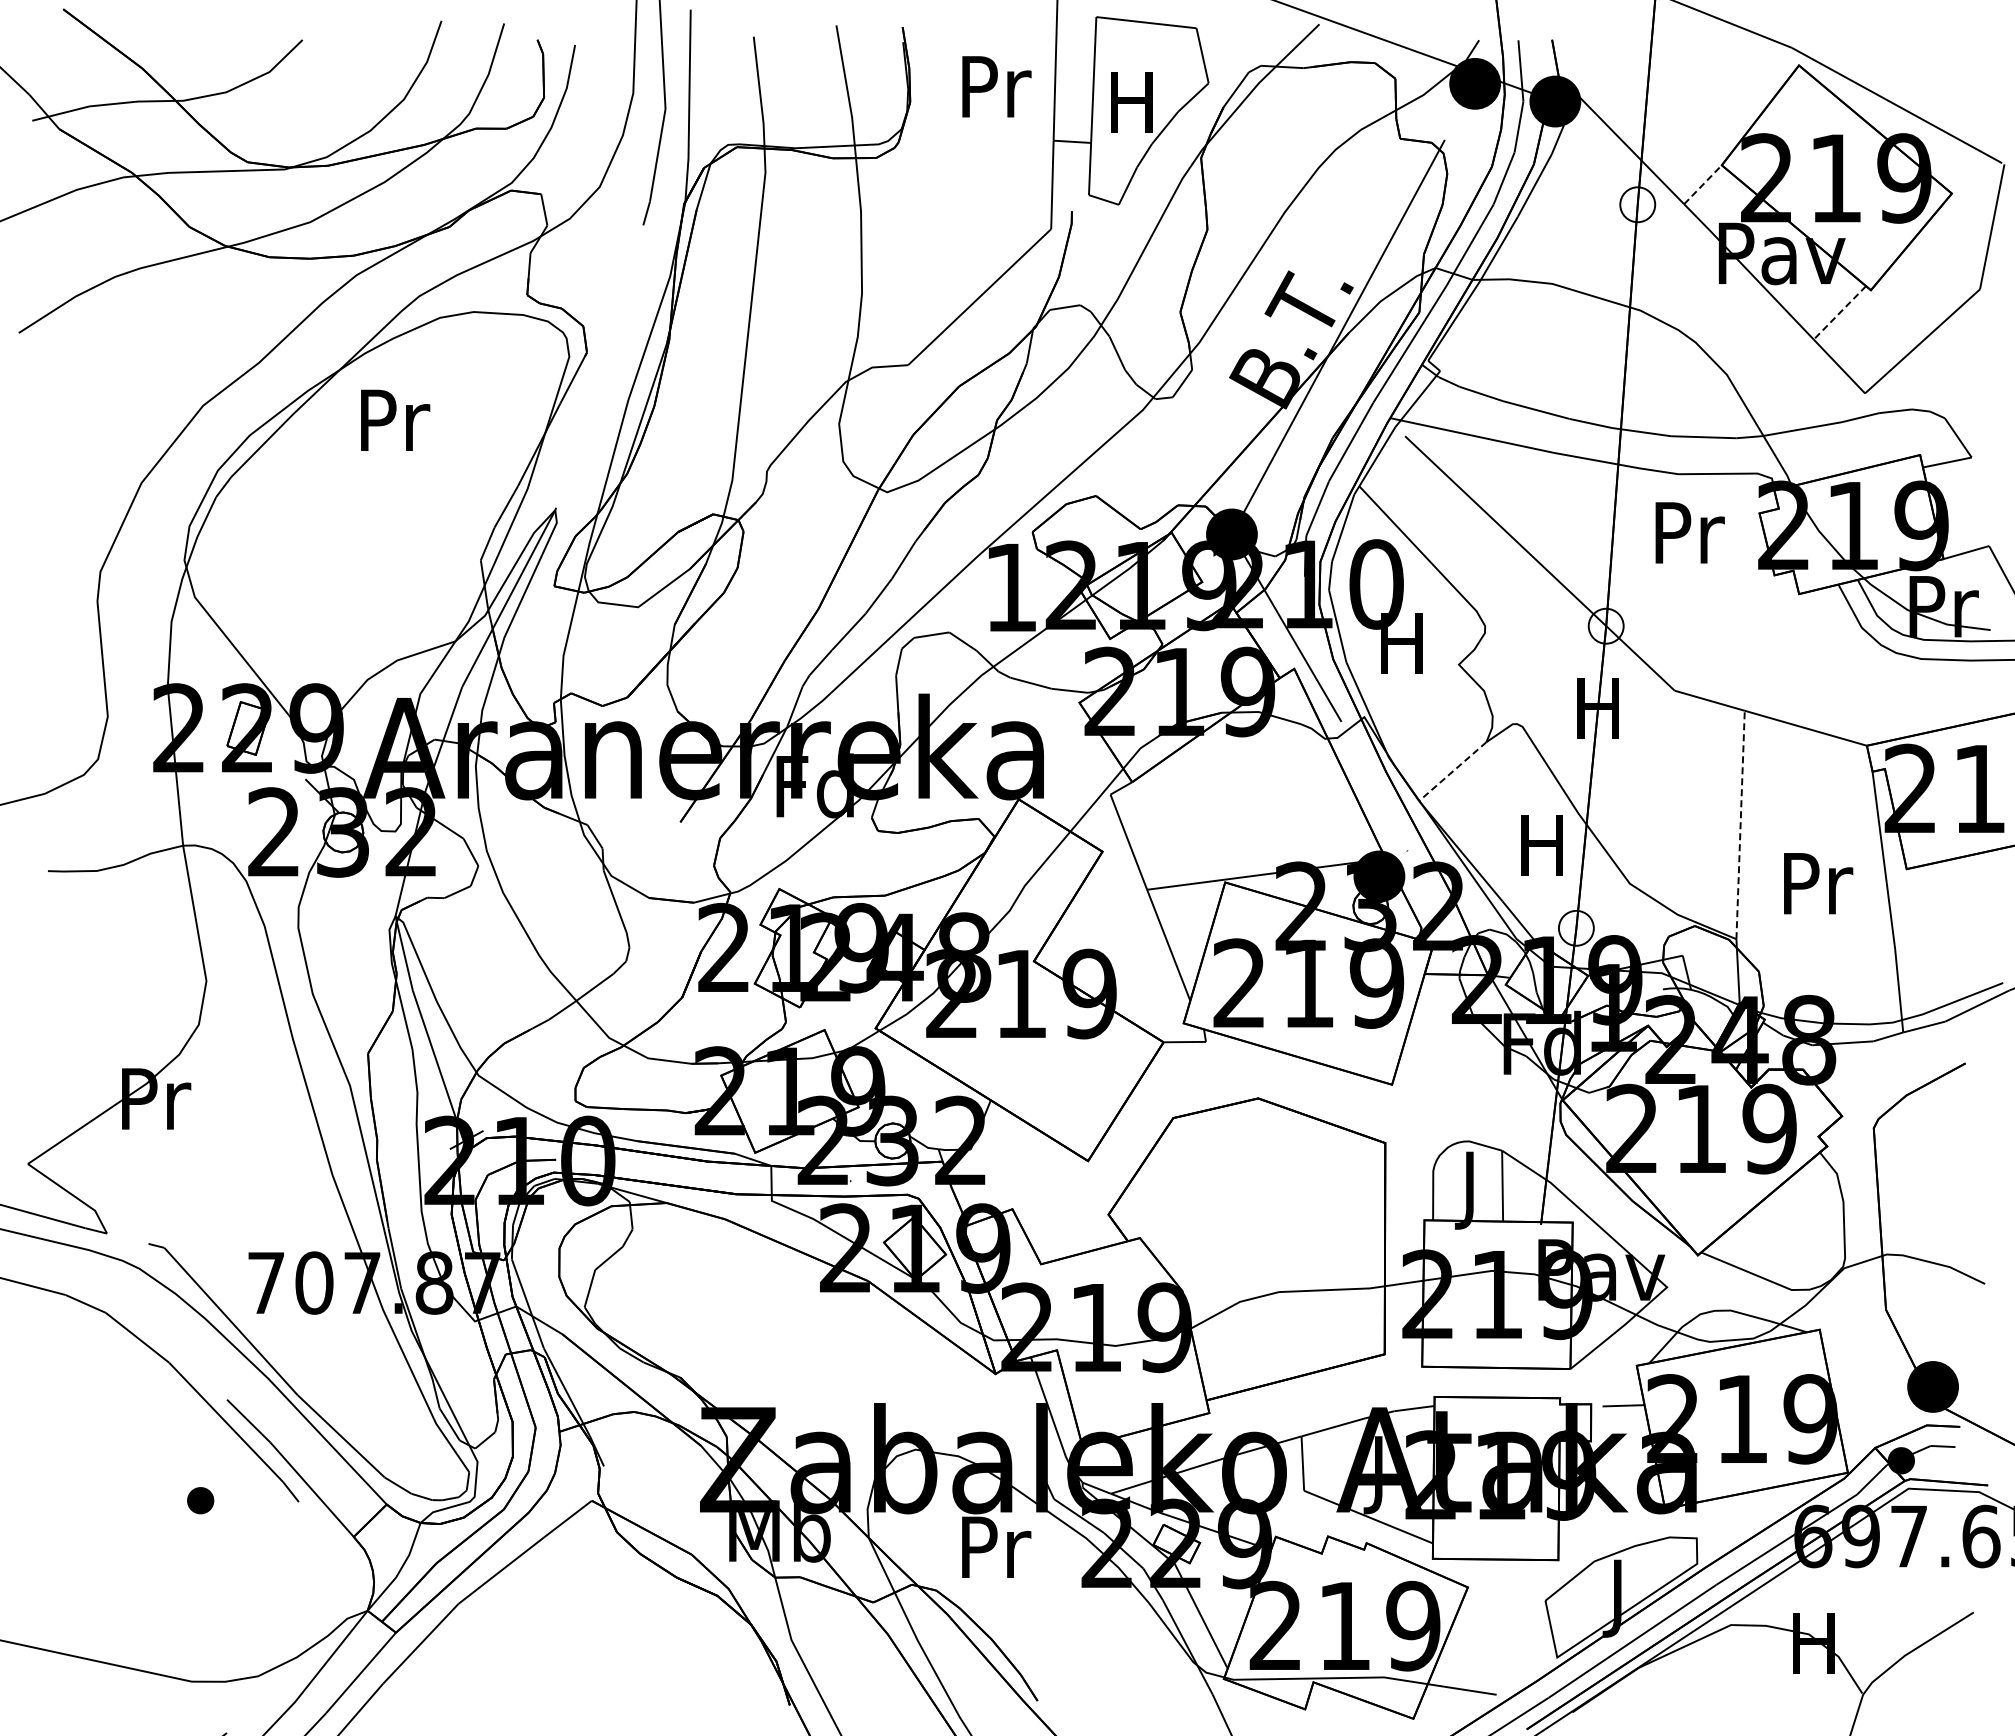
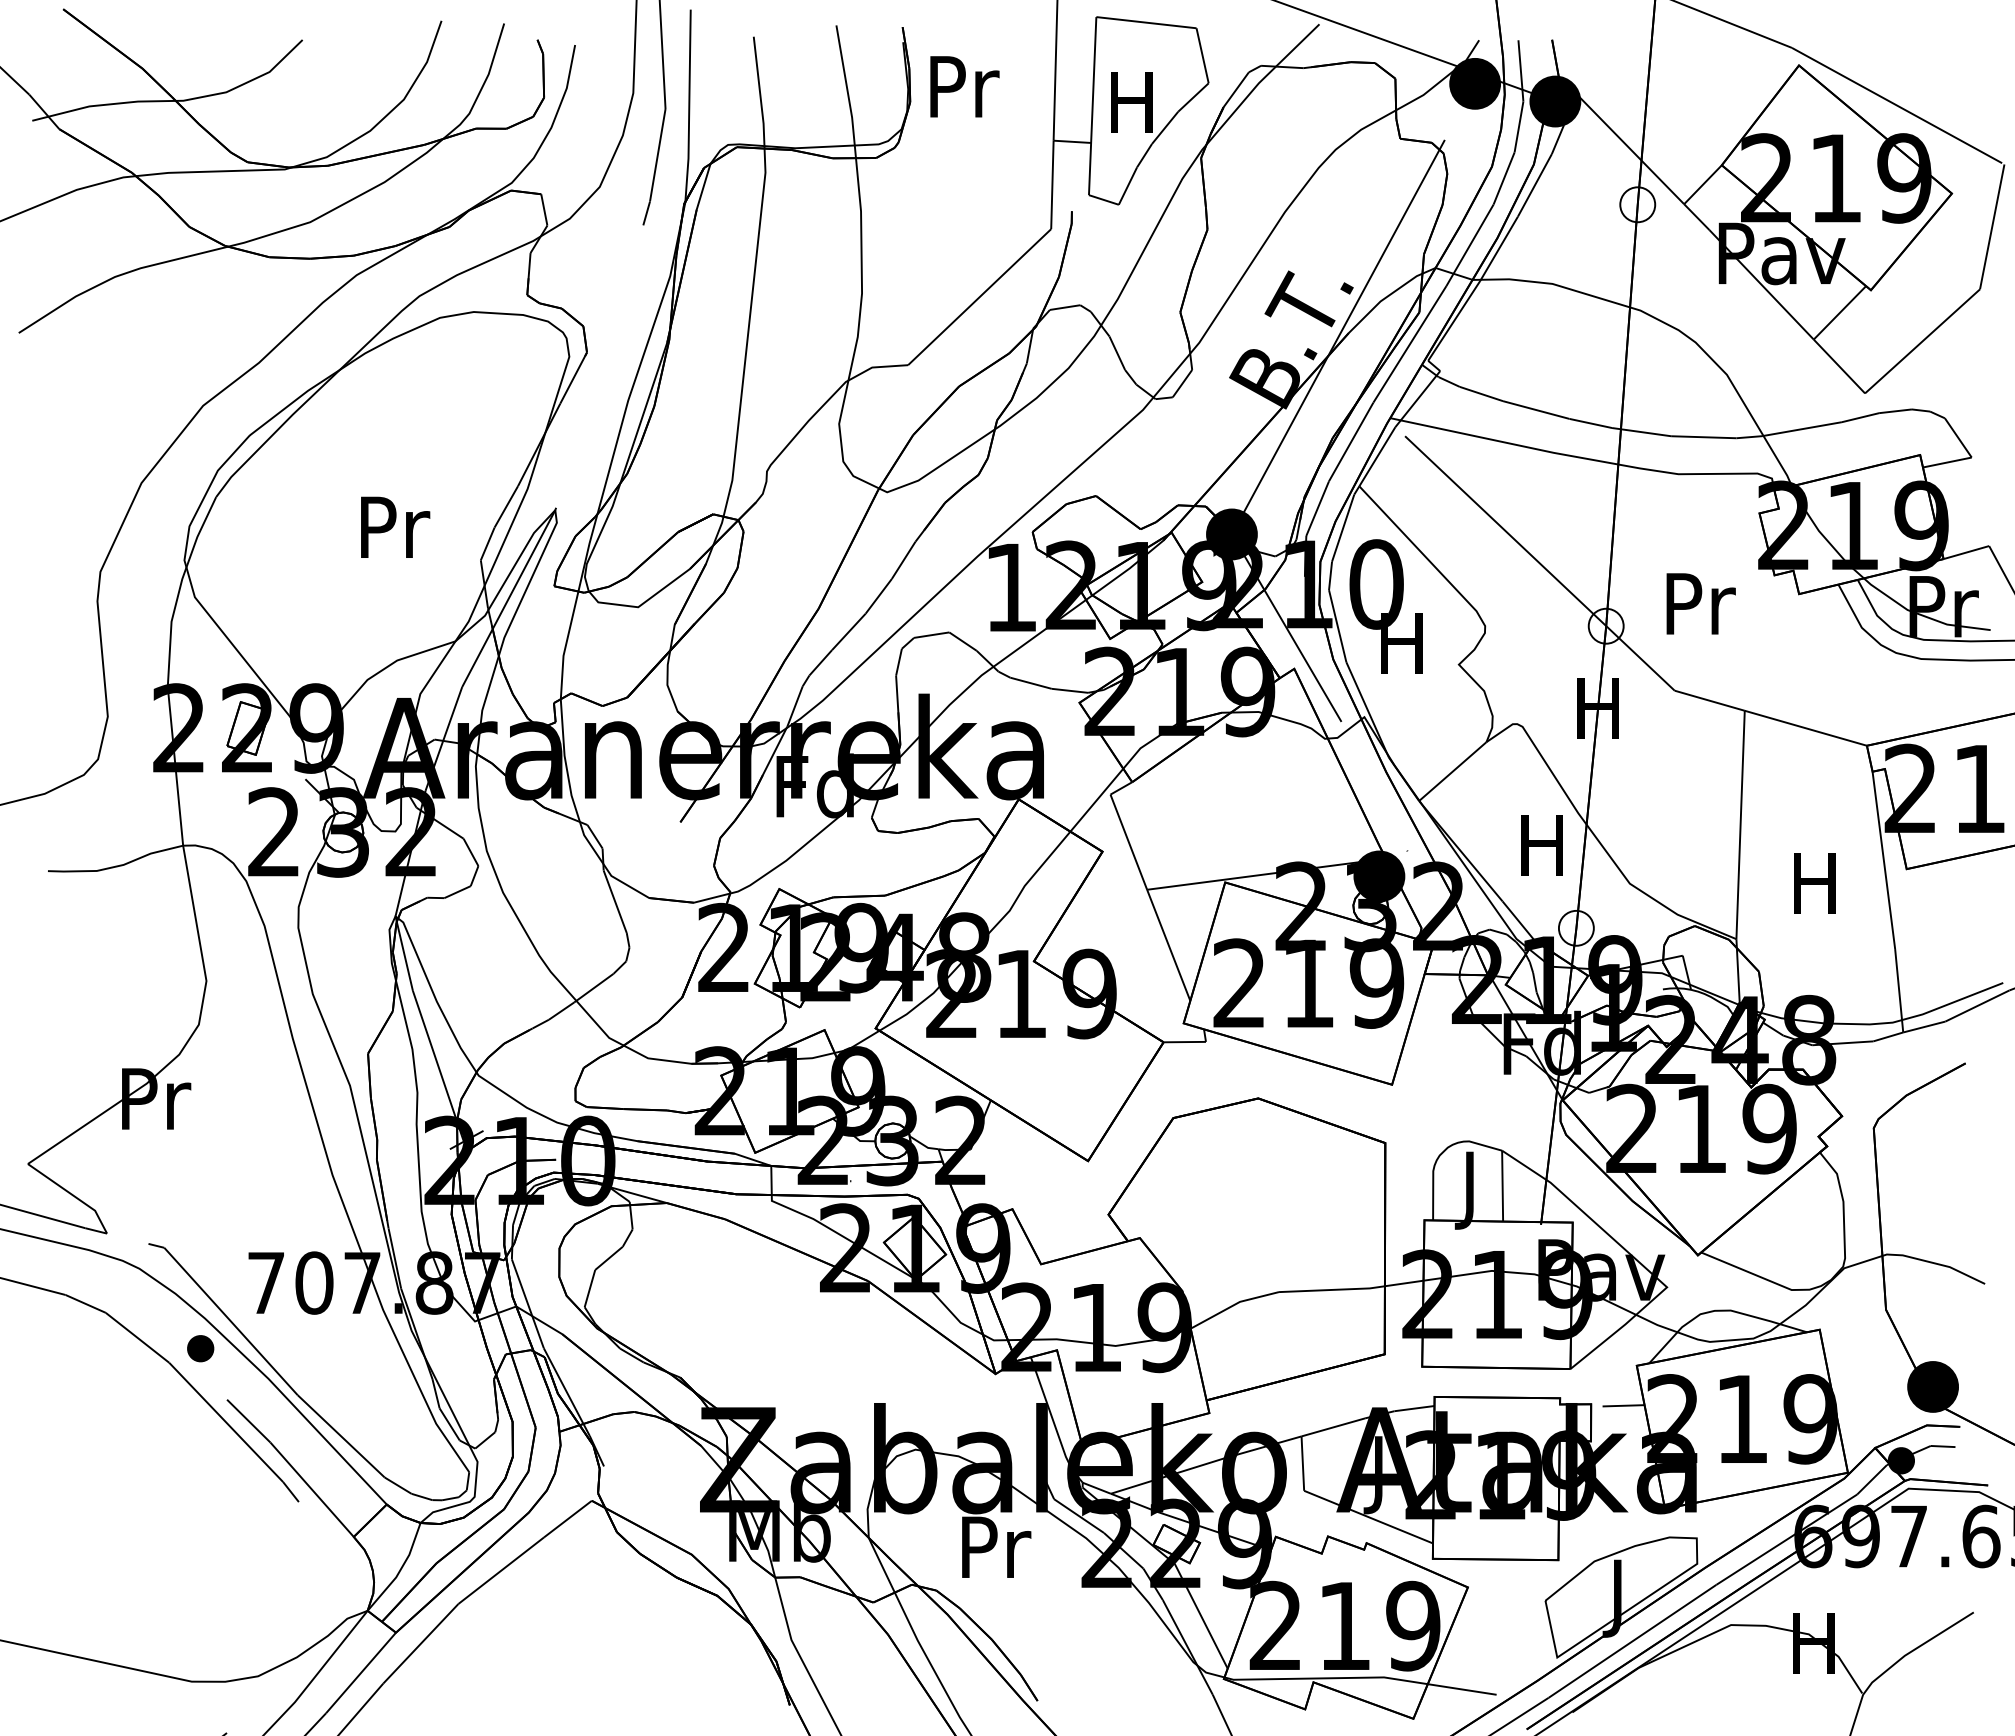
text at (996, 86) position: (996, 86) -> (964, 86)
line at (1703, 184): dashed -> solid
line at (1839, 313): dashed -> solid
text at (395, 419) position: (395, 419) -> (395, 526)
text at (1689, 532) position: (1689, 532) -> (1700, 603)
line at (1452, 771): dashed -> solid
line at (1740, 824): dashed -> solid
text at (1818, 883): Pr -> H
part at (200, 1500) position: (200, 1500) -> (200, 1348)
